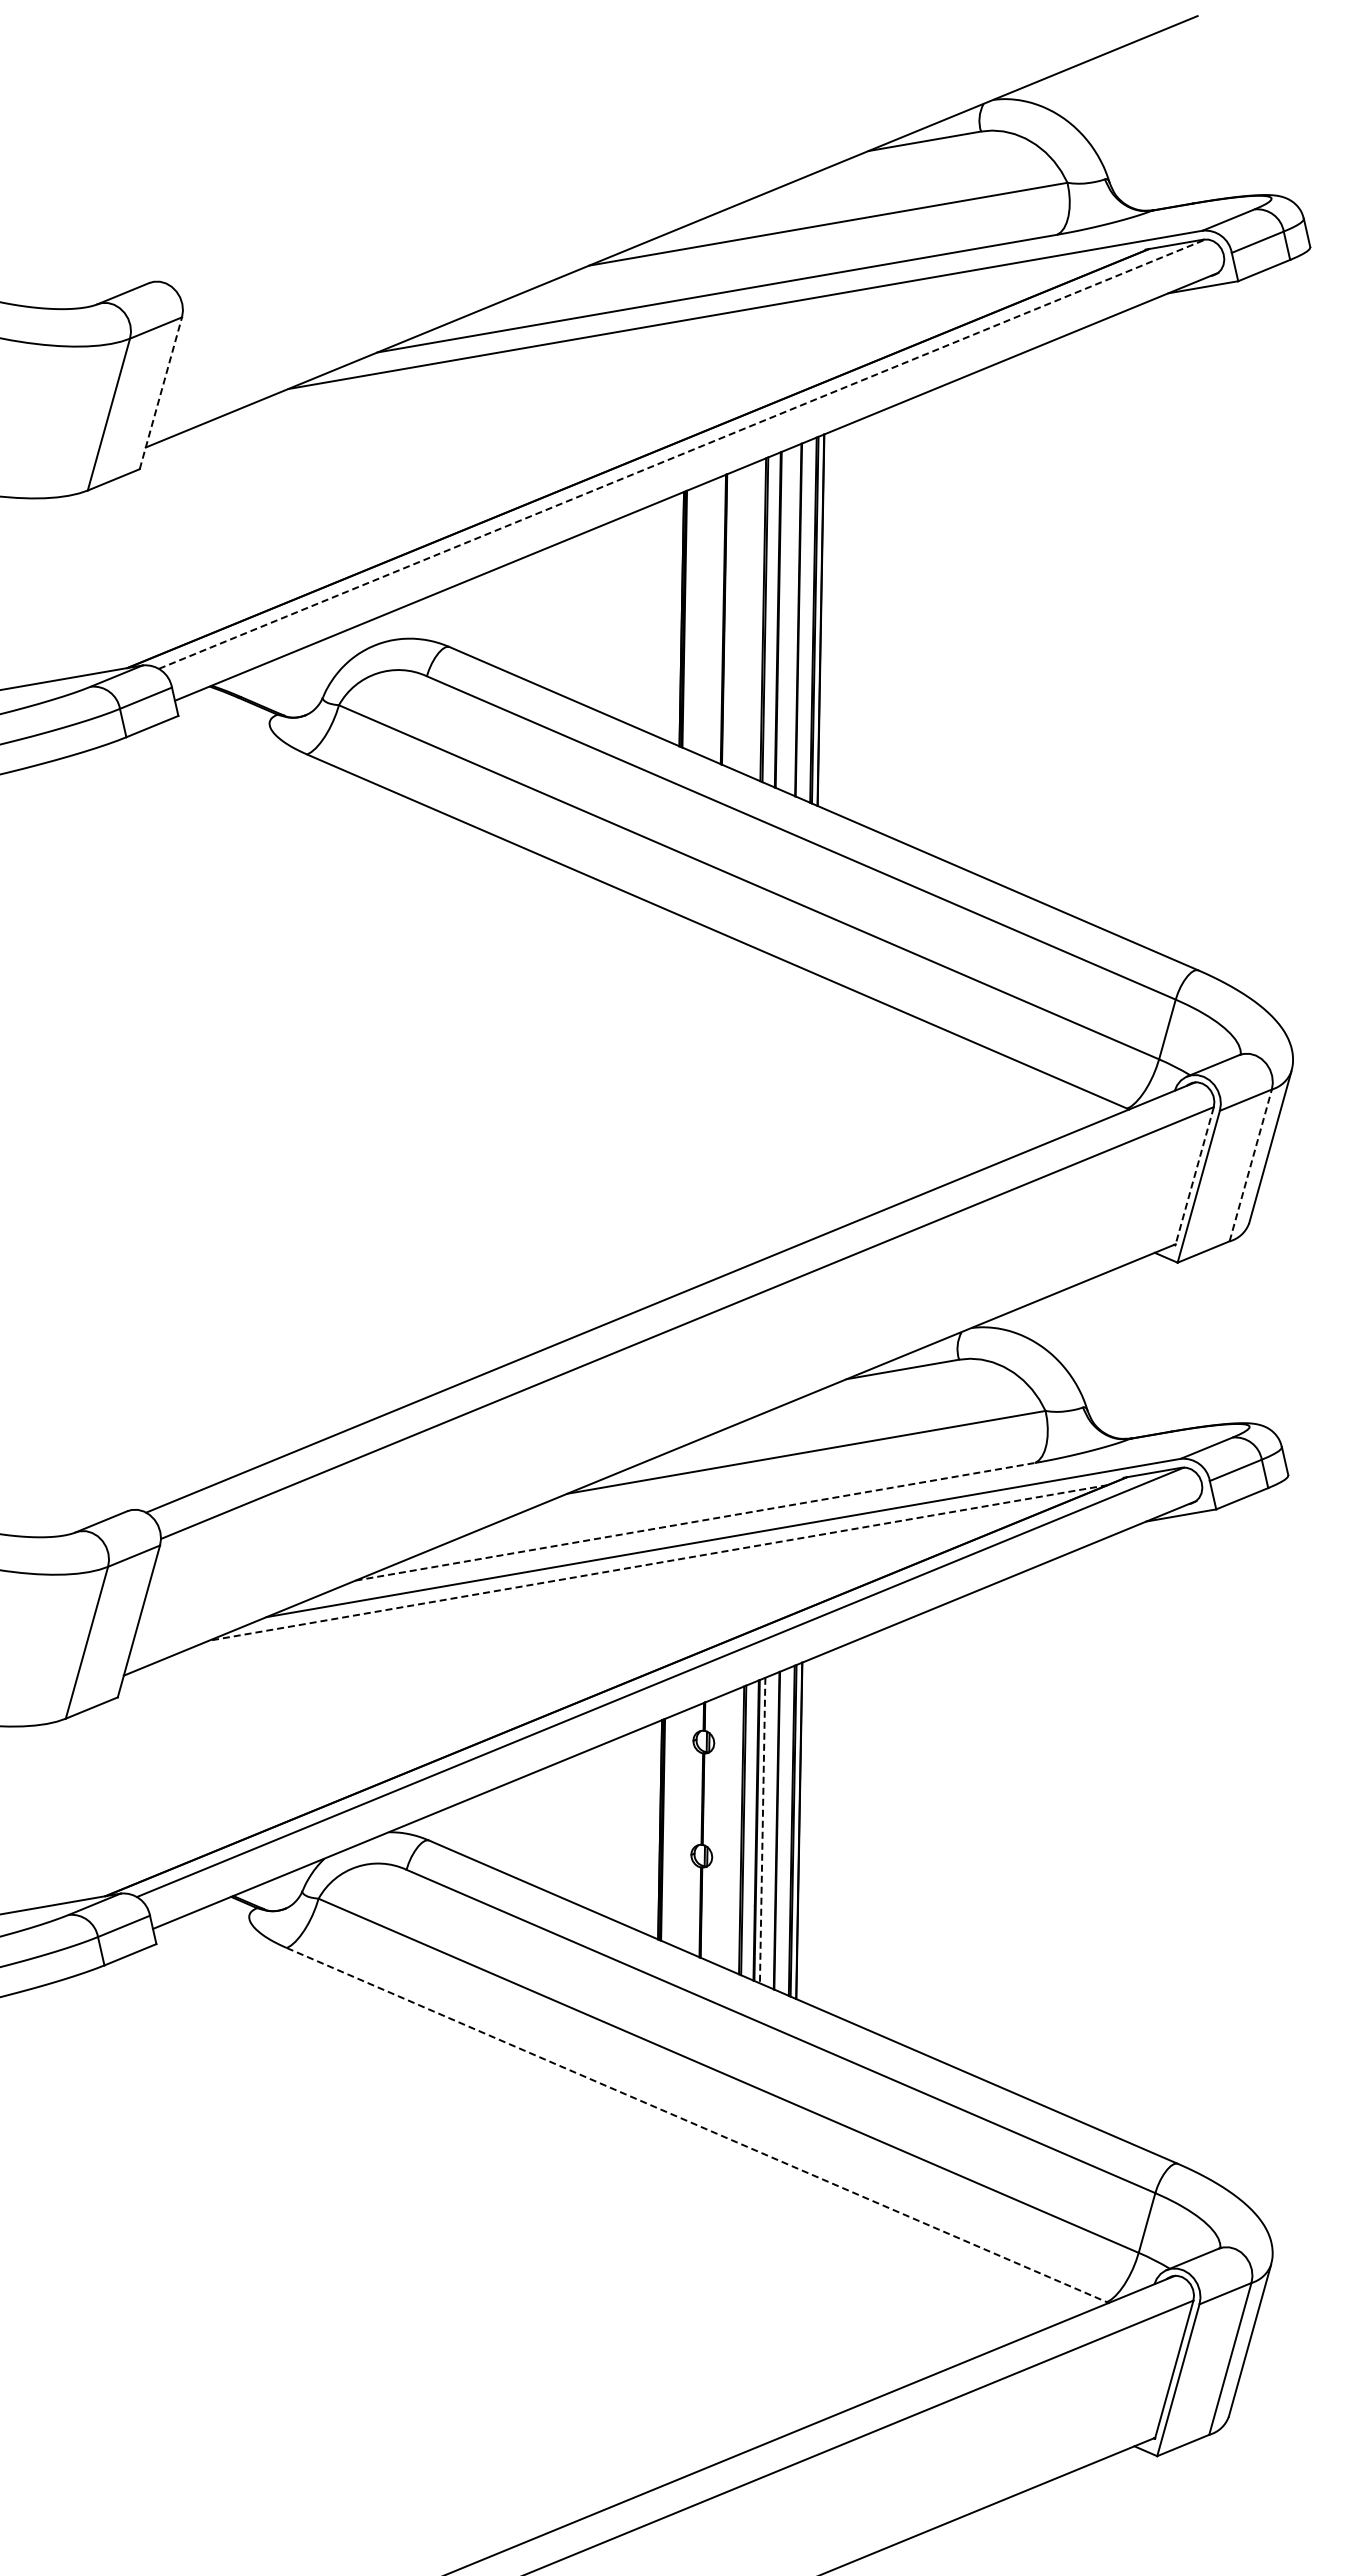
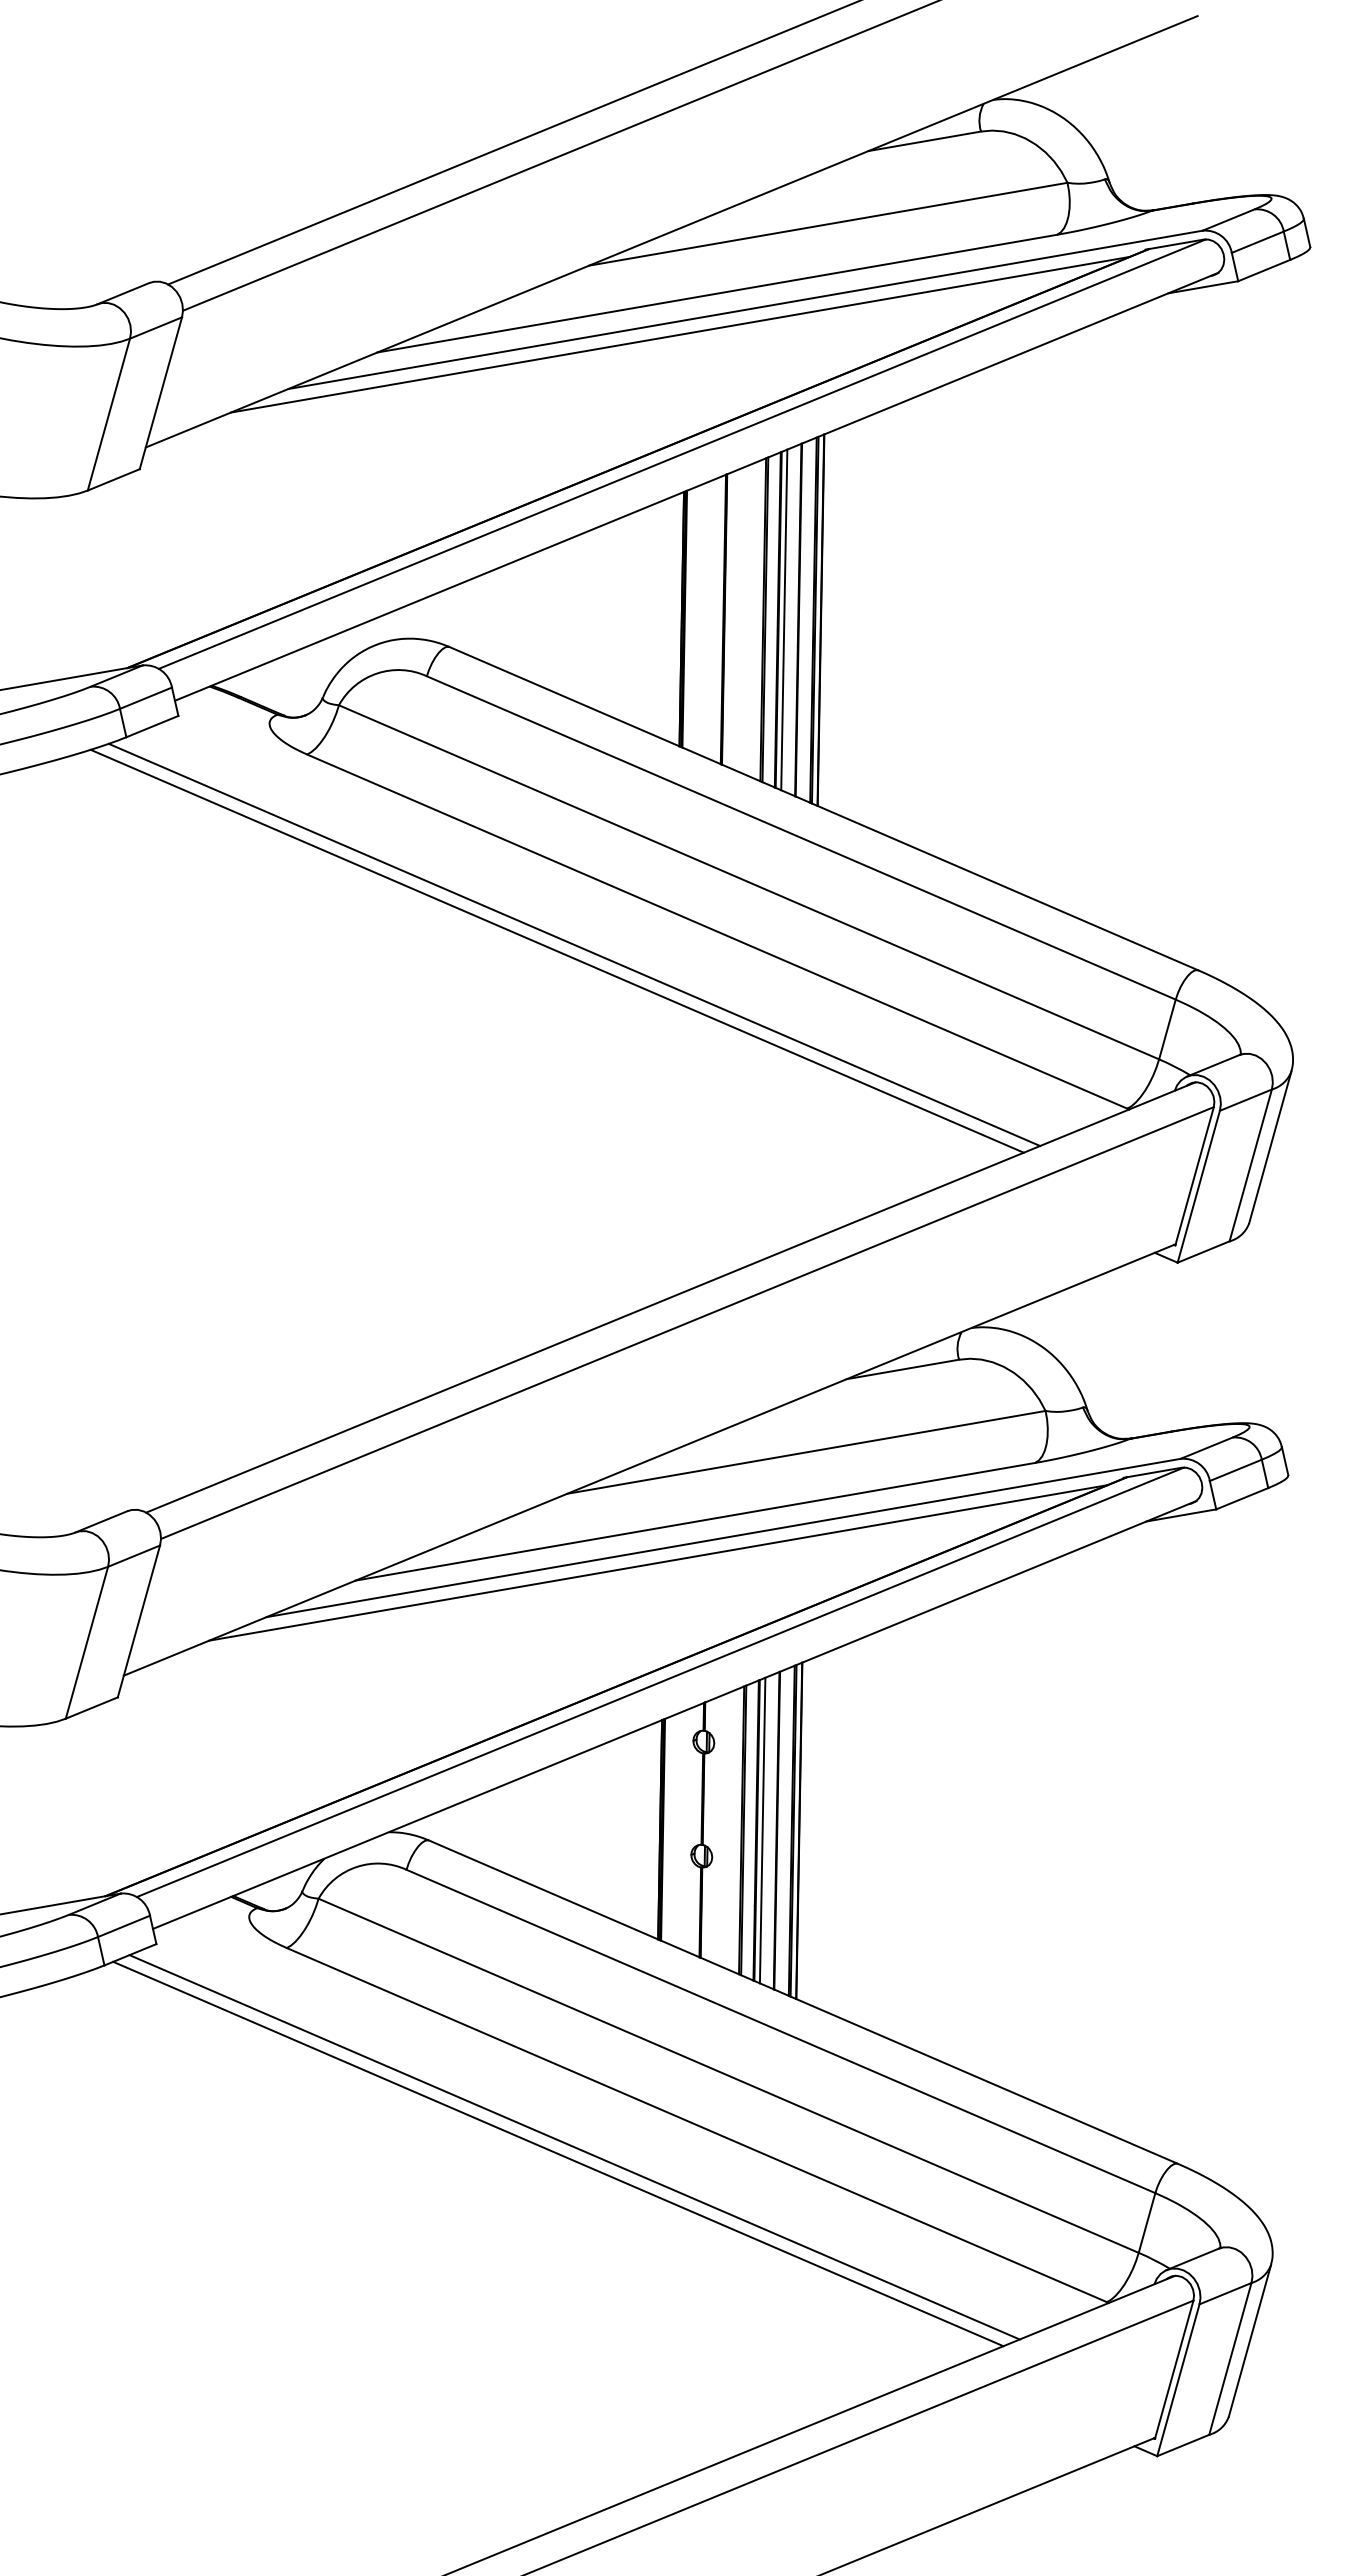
line at (512, 143): none -> present
line at (558, 156): none -> present
line at (679, 334): none -> present
line at (160, 393): dashed -> solid
line at (682, 454): dashed -> solid
line at (784, 619): none -> present
line at (574, 944): none -> present
line at (556, 950): none -> present
line at (1250, 1165): dashed -> solid
line at (1194, 1176): dashed -> solid
line at (695, 1521): dashed -> solid
line at (657, 1563): dashed -> solid
line at (762, 1830): dashed -> solid
line at (696, 2125): dashed -> solid
line at (574, 2147): none -> present
line at (558, 2153): none -> present
